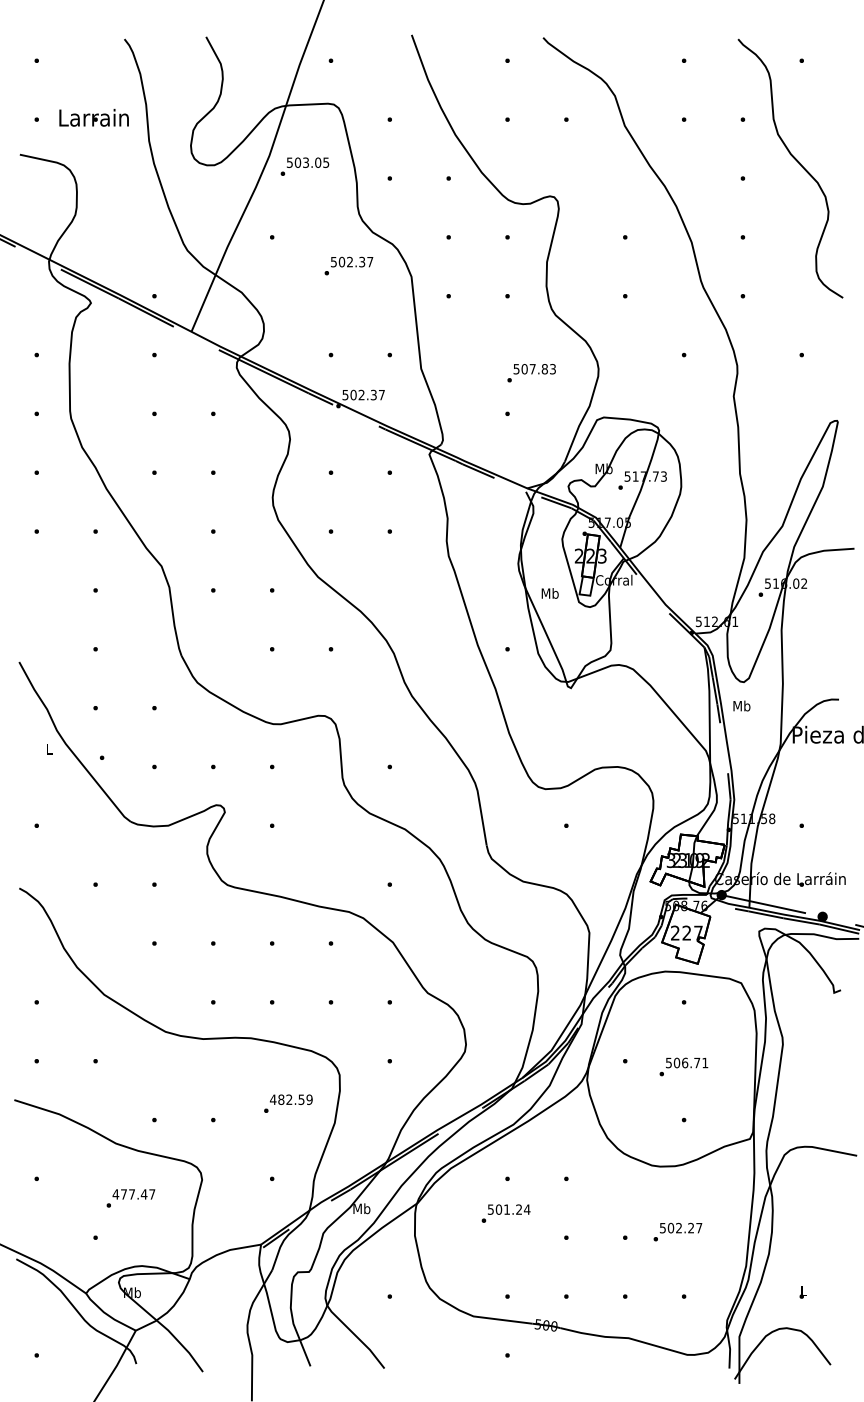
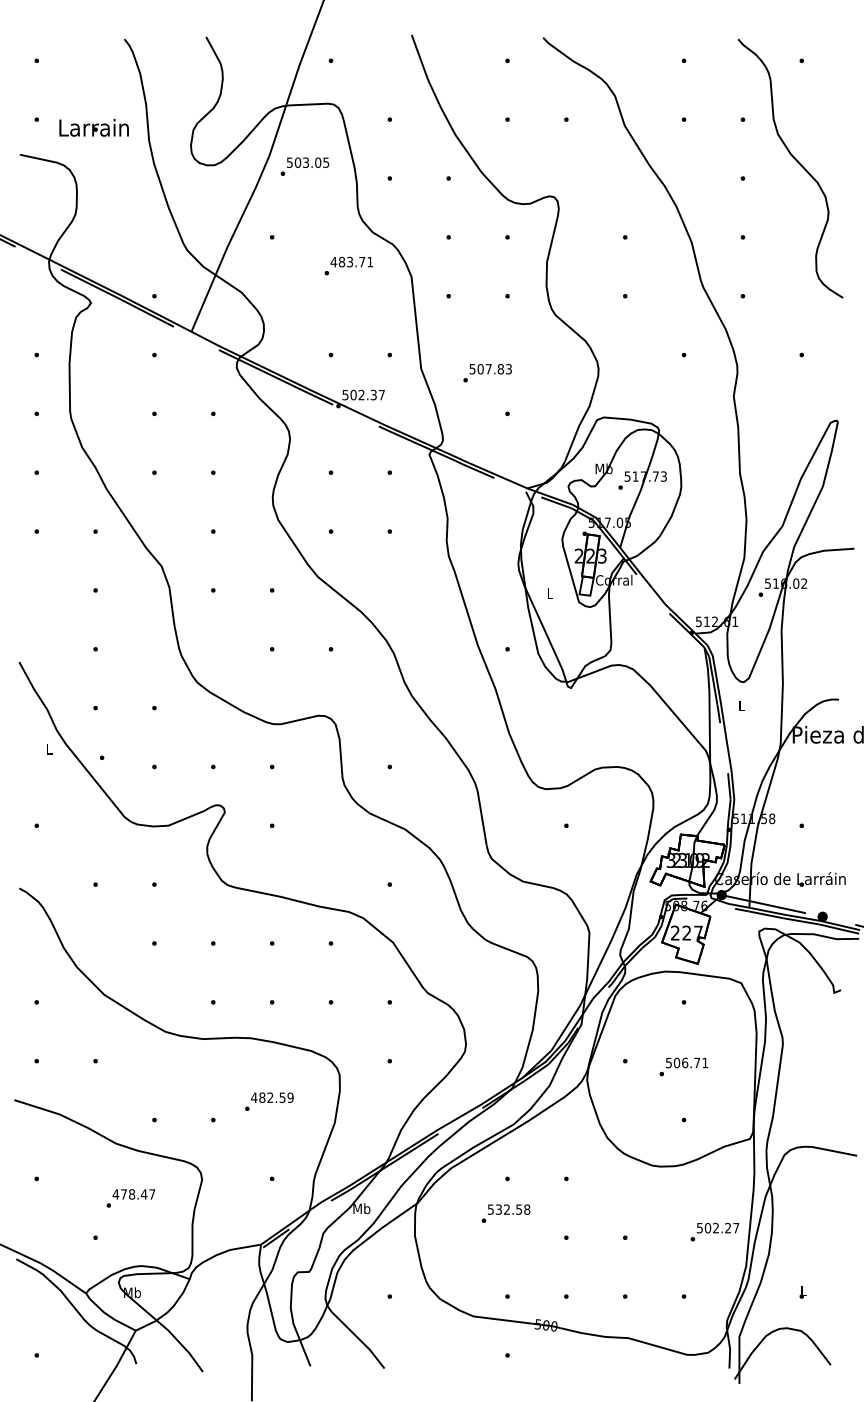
text at (93, 117) position: (93, 117) -> (93, 127)
text at (351, 261): 502.37 -> 483.71
text at (531, 373) position: (531, 373) -> (487, 373)
text at (549, 593): Mb -> L
text at (741, 705): Mb -> L
text at (288, 1103) position: (288, 1103) -> (269, 1101)
text at (132, 1194): 477.47 -> 478.47
text at (512, 1209): 501.24 -> 532.58
text at (677, 1231) position: (677, 1231) -> (714, 1231)
